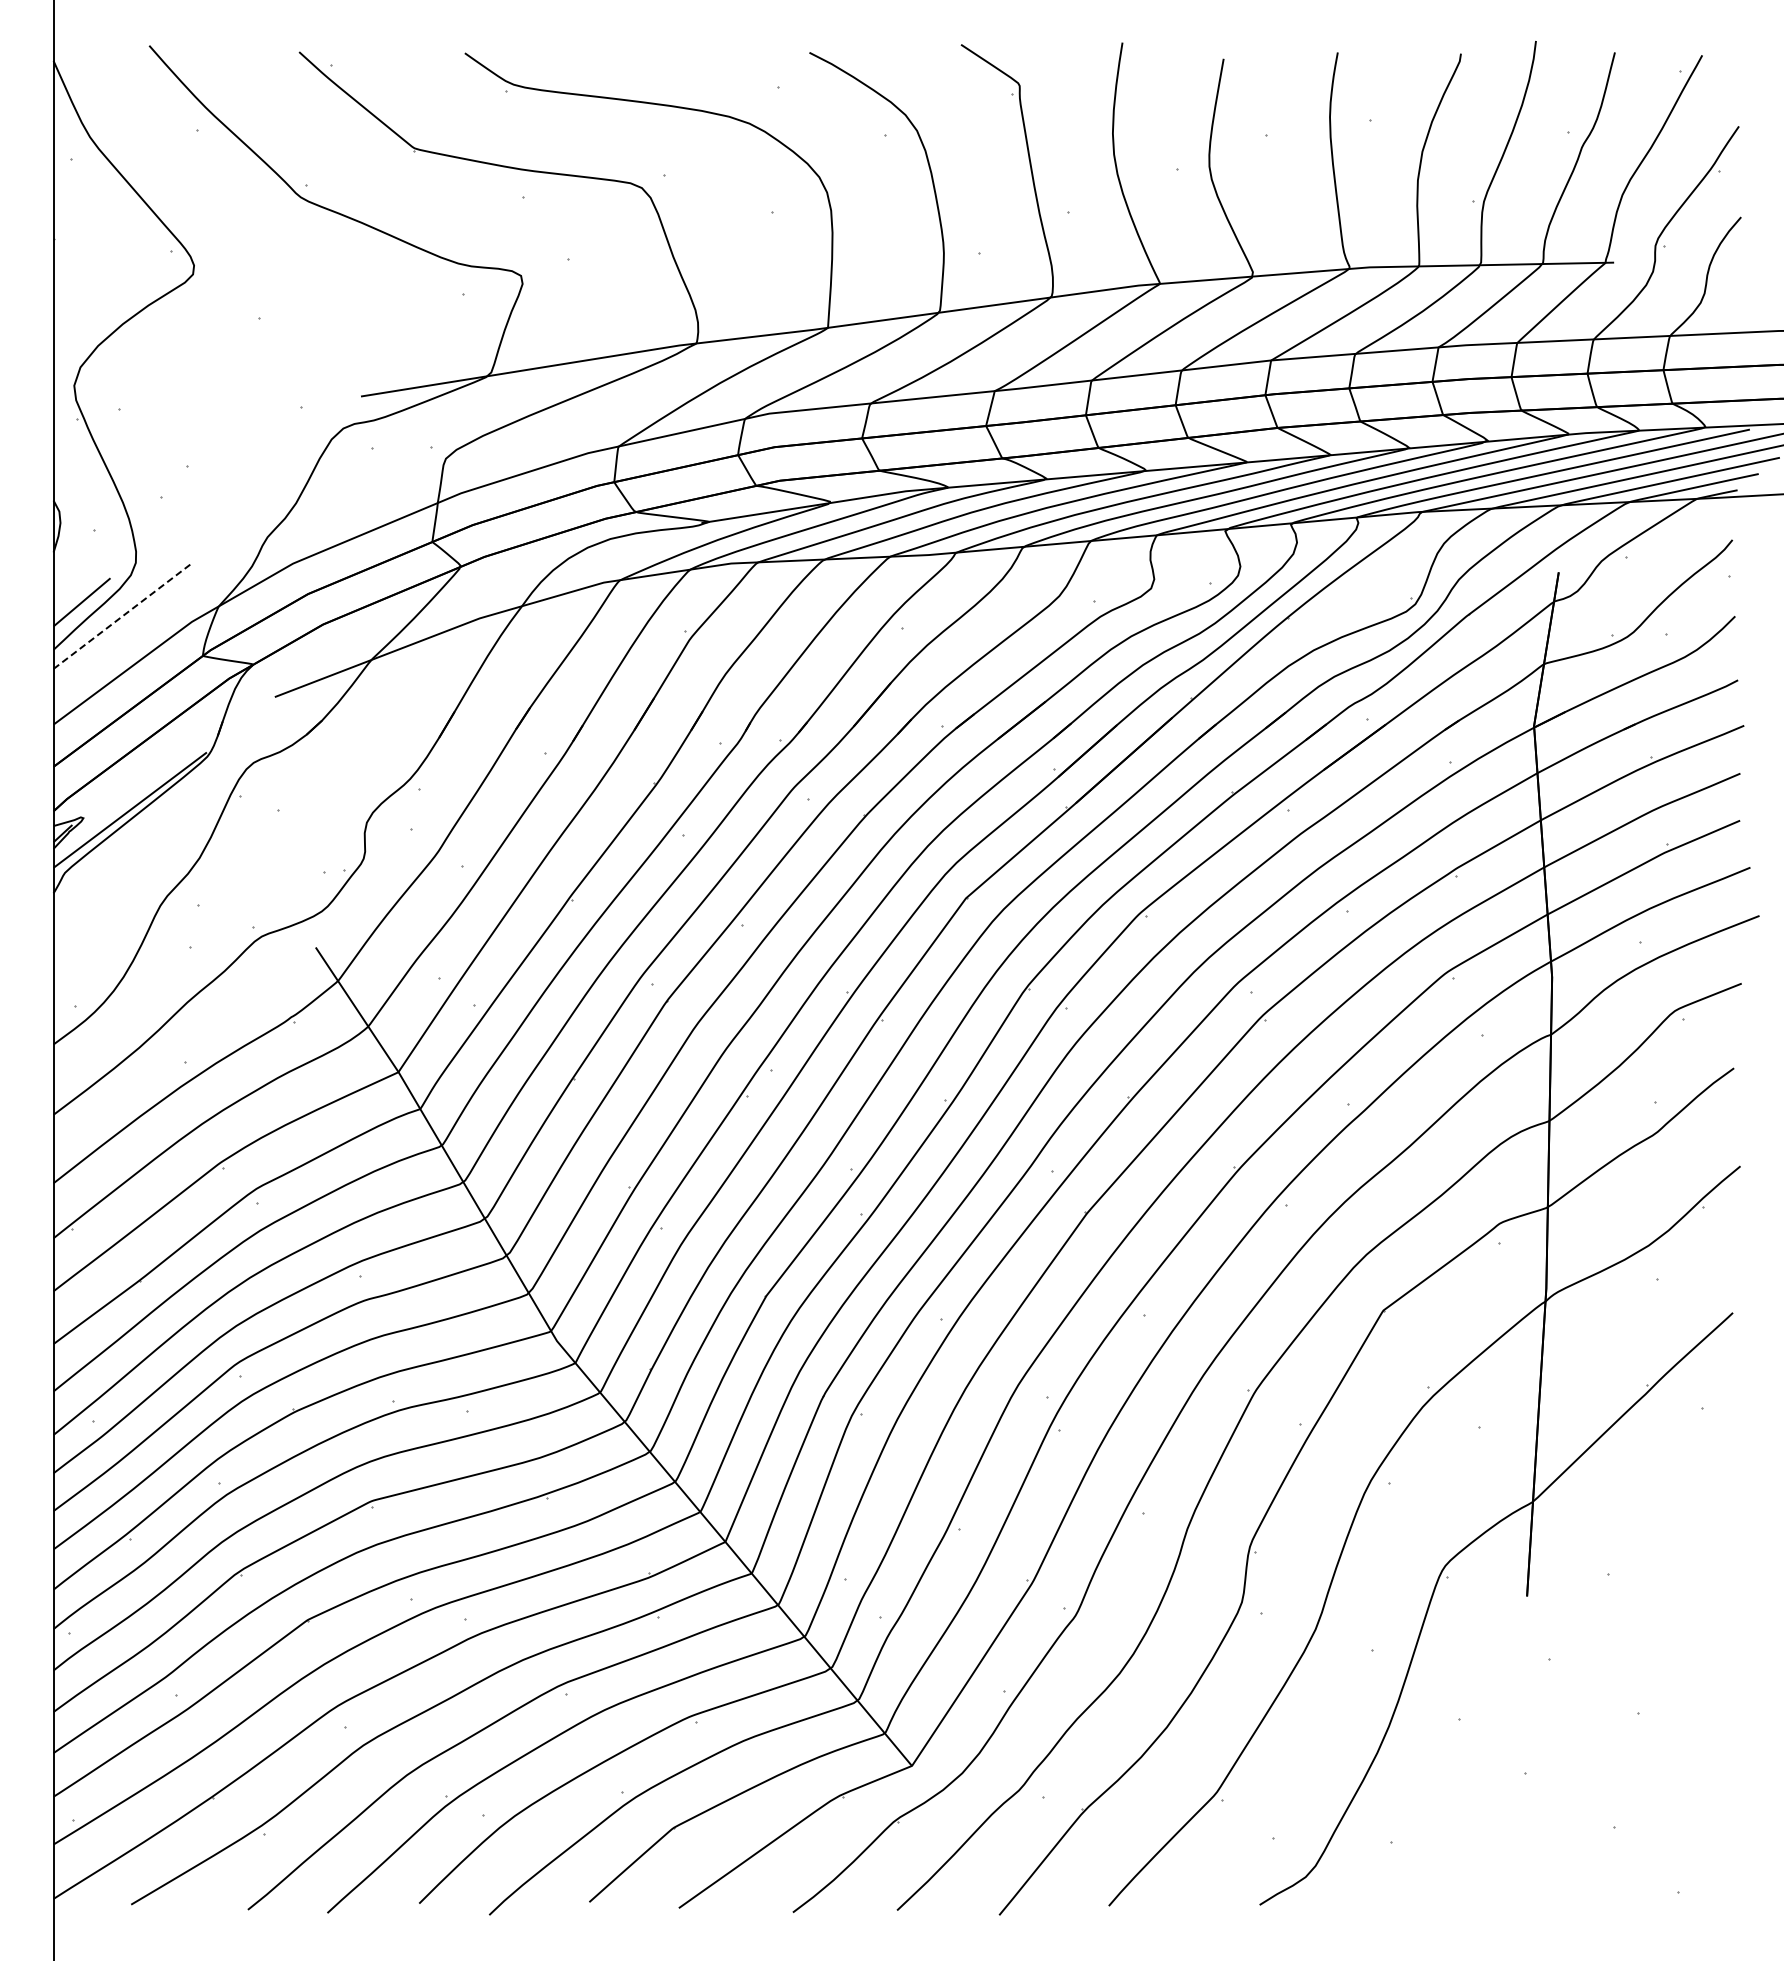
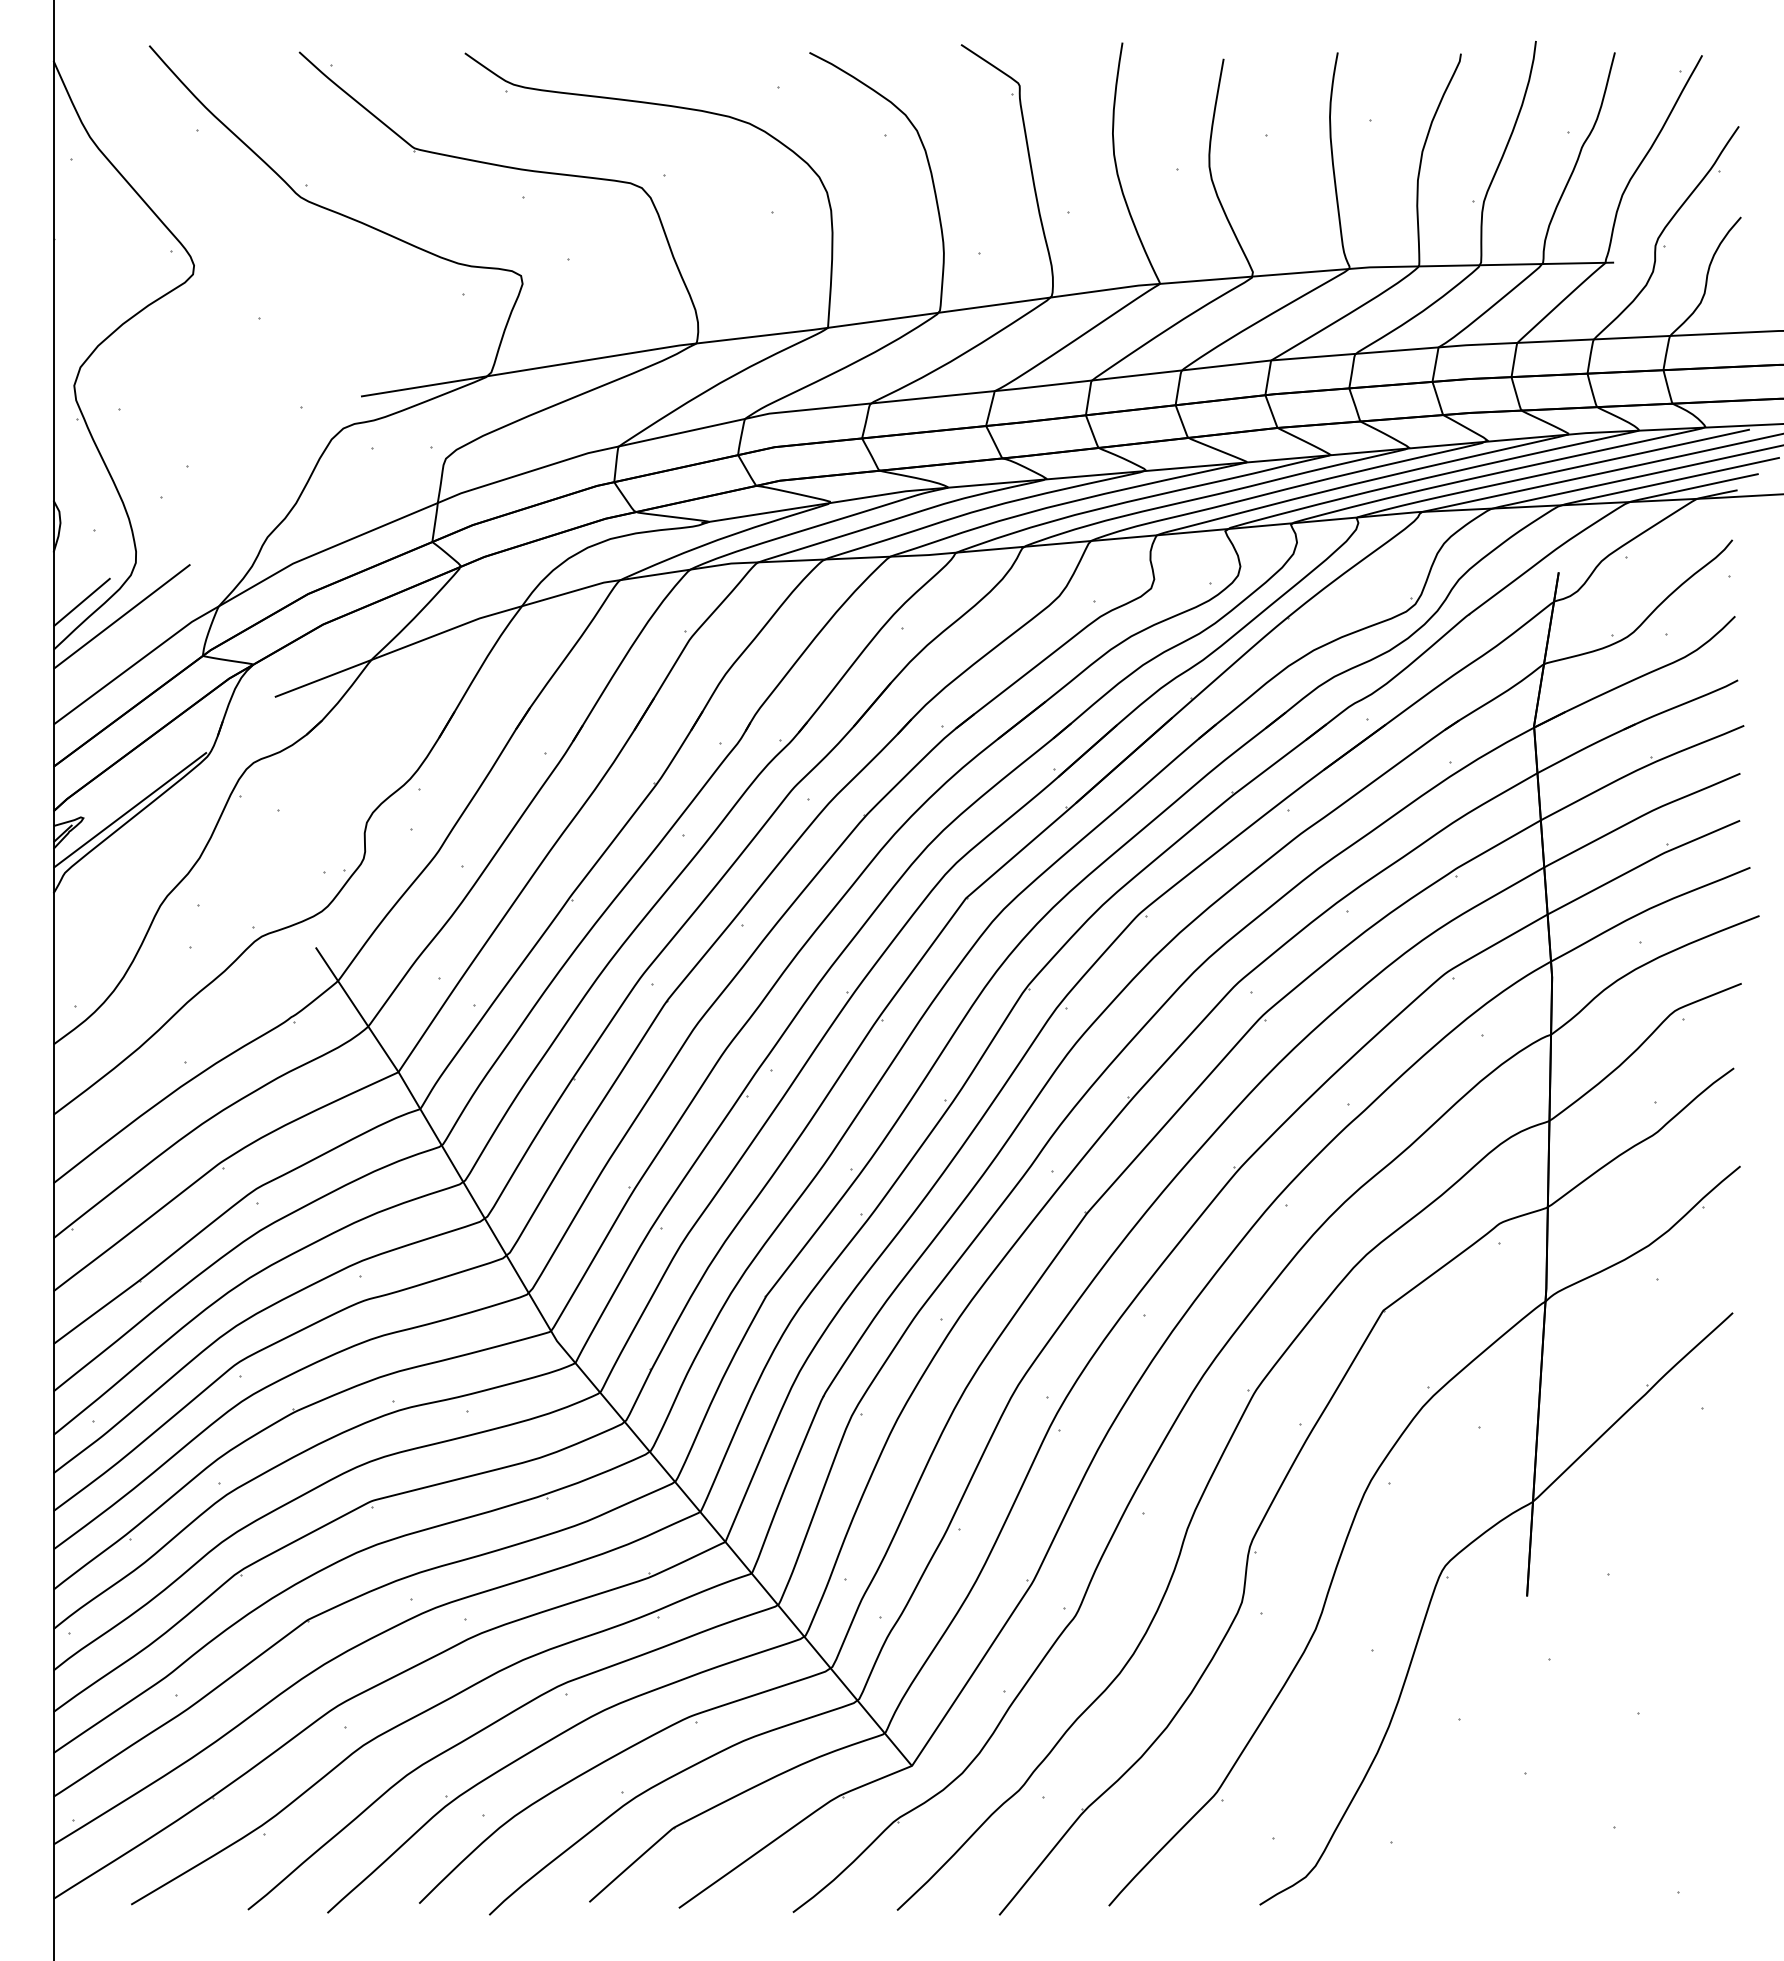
line at (122, 616): dashed -> solid
